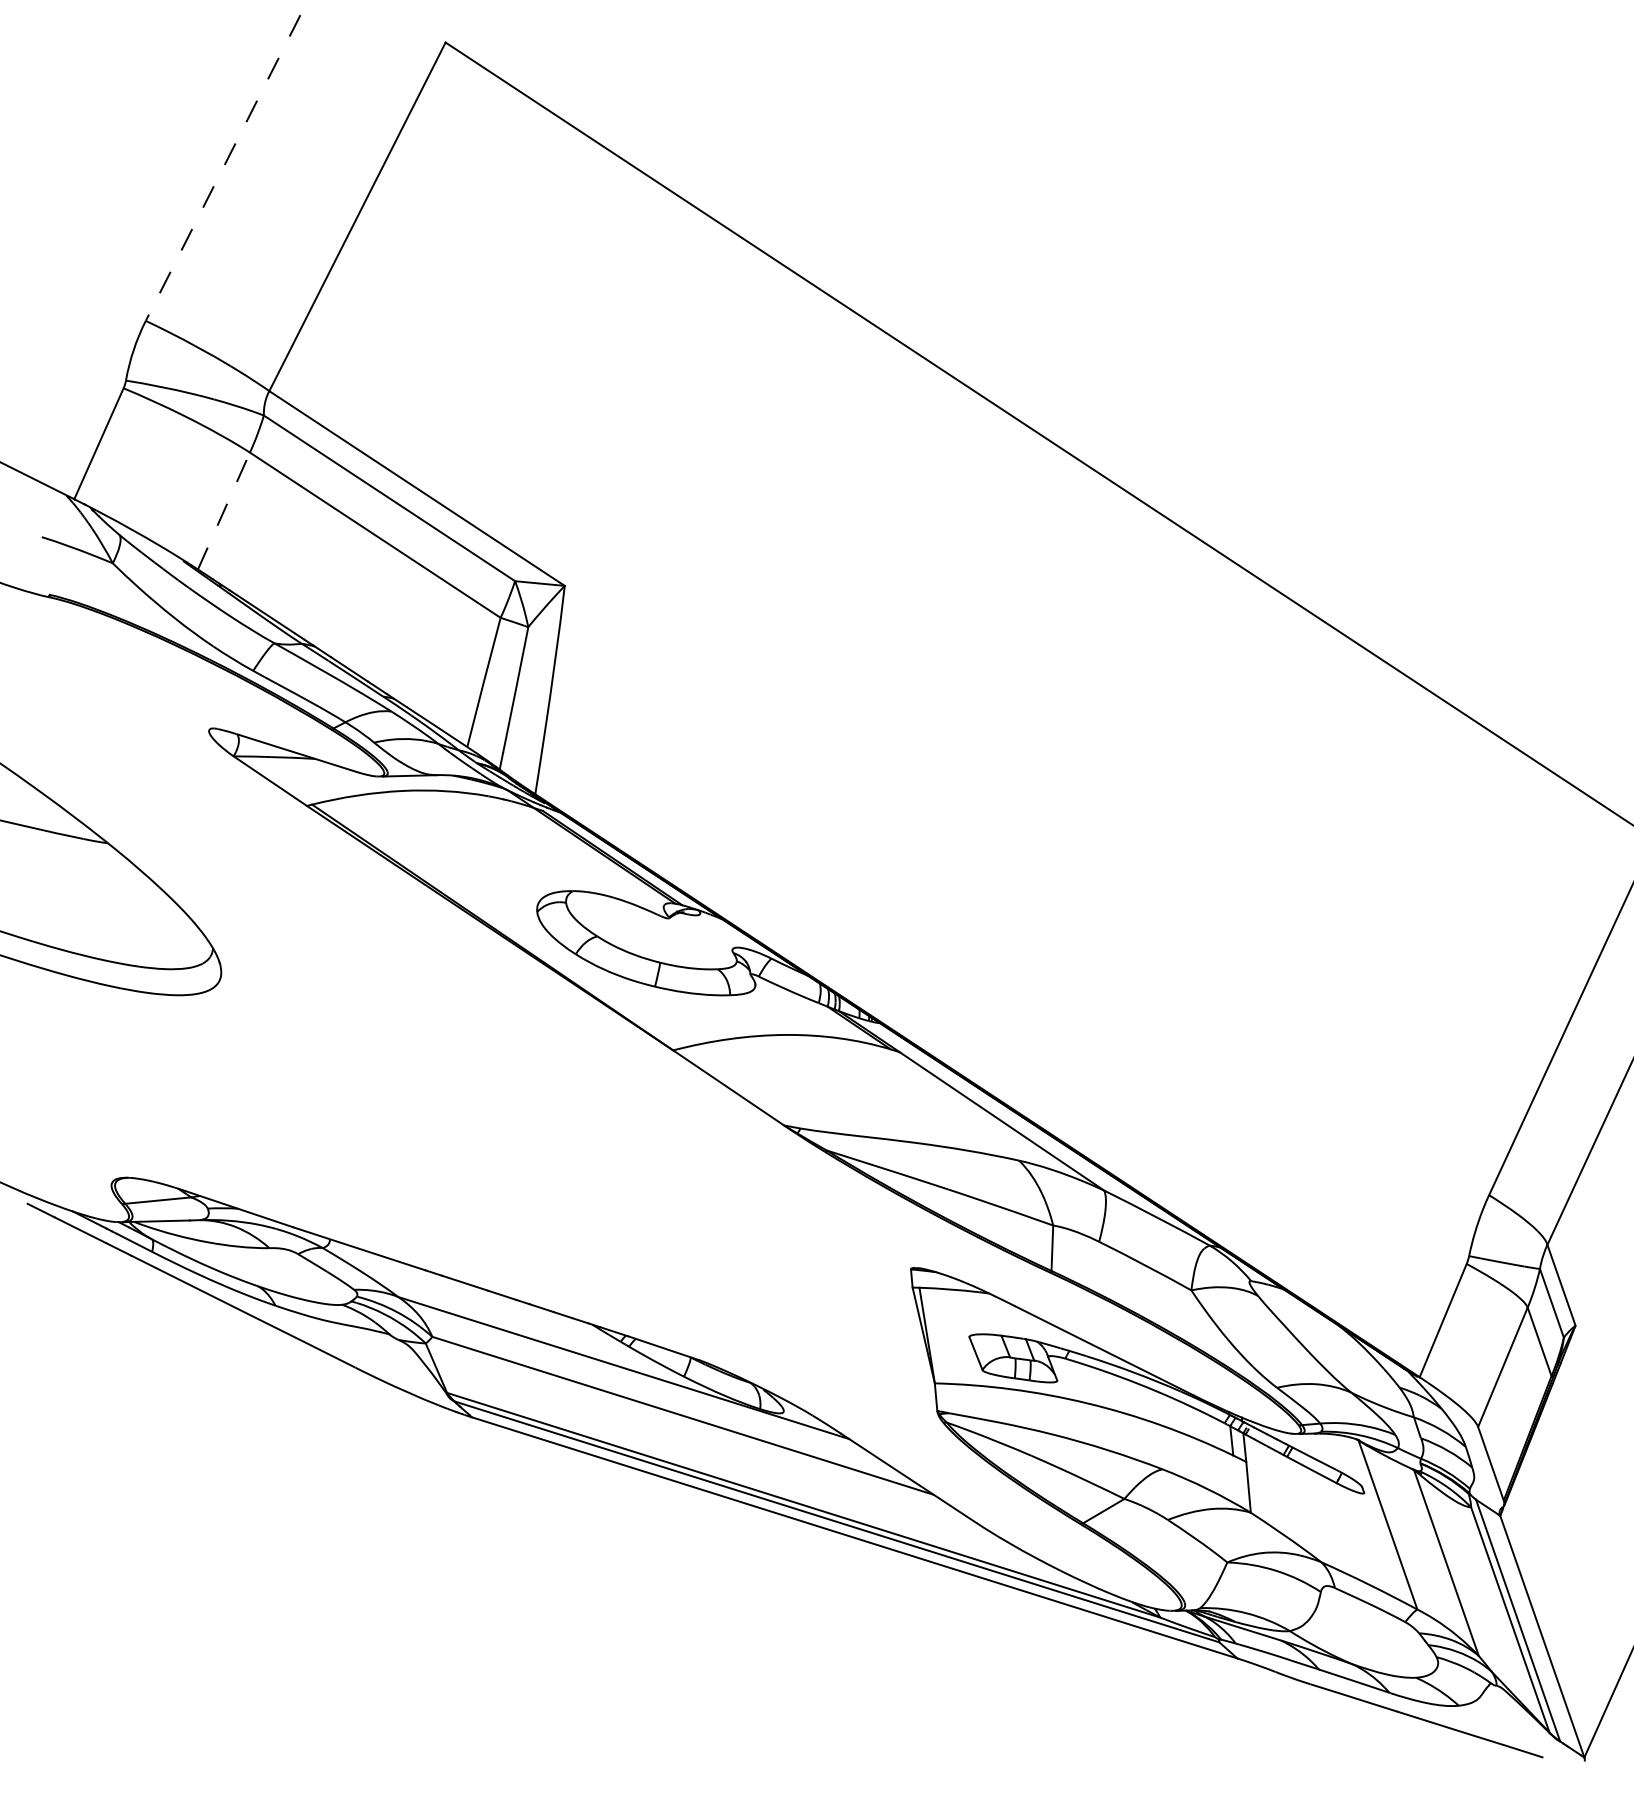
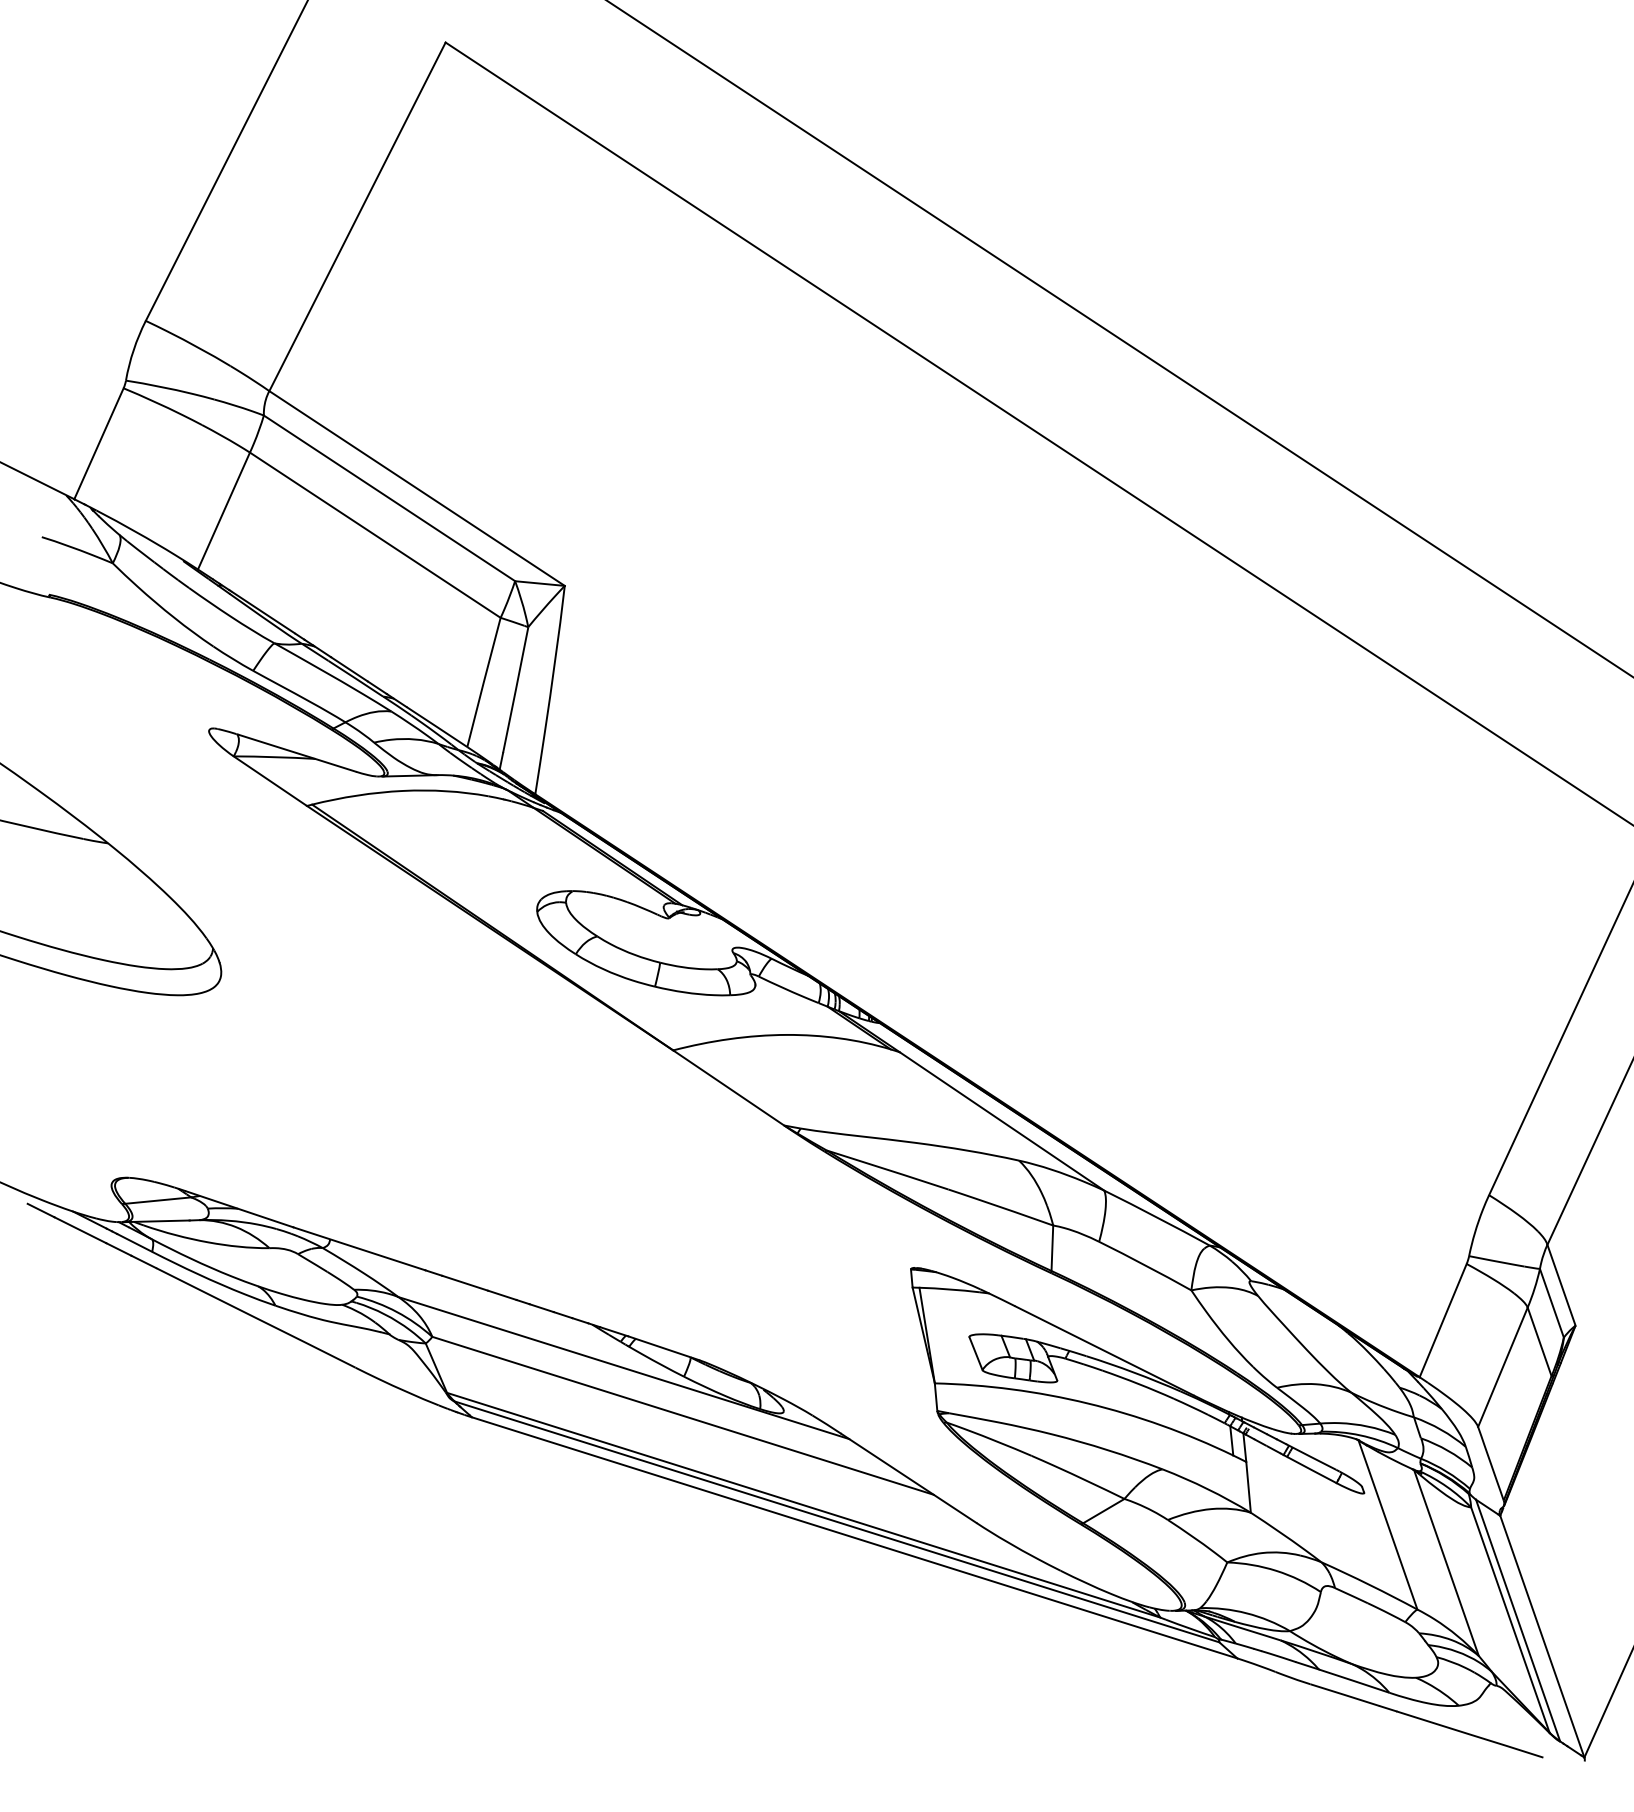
line at (226, 161): dashed -> solid
line at (1119, 338): none -> present
line at (223, 511): dashed -> solid
